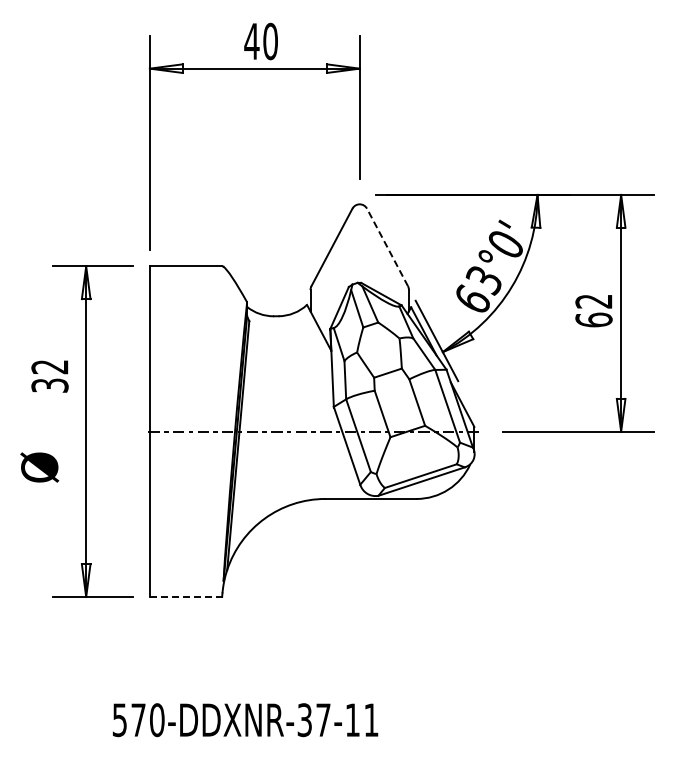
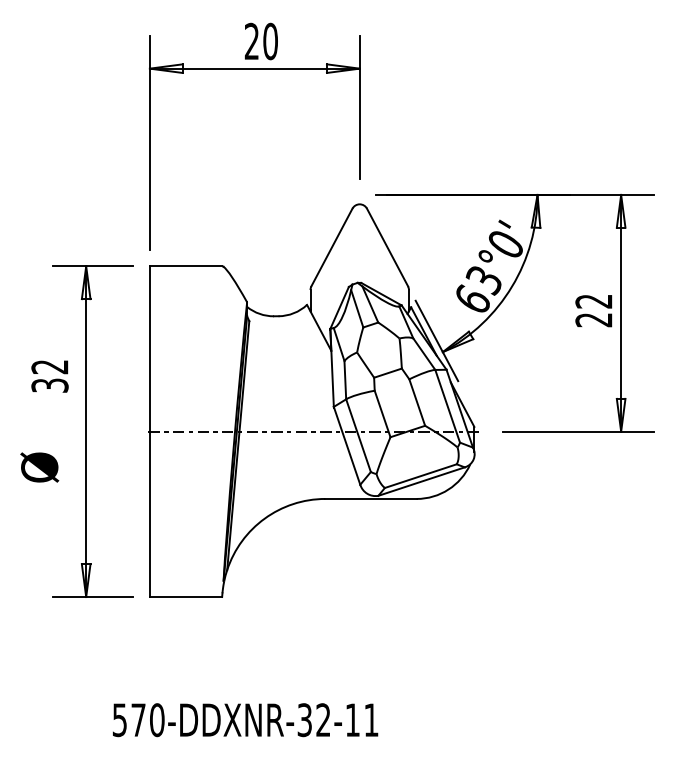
text at (251, 40): 40 -> 20
line at (387, 247): dashed -> solid
text at (593, 319): 62 -> 22
line at (186, 597): dashed -> solid
text at (323, 719): 570-DDXNR-37-11 -> 570-DDXNR-32-11
